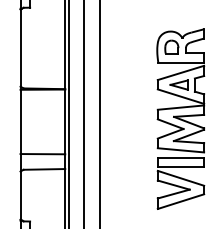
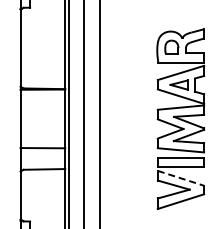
line at (42, 154) position: (42, 154) -> (42, 148)
line at (181, 178): solid -> dashed
